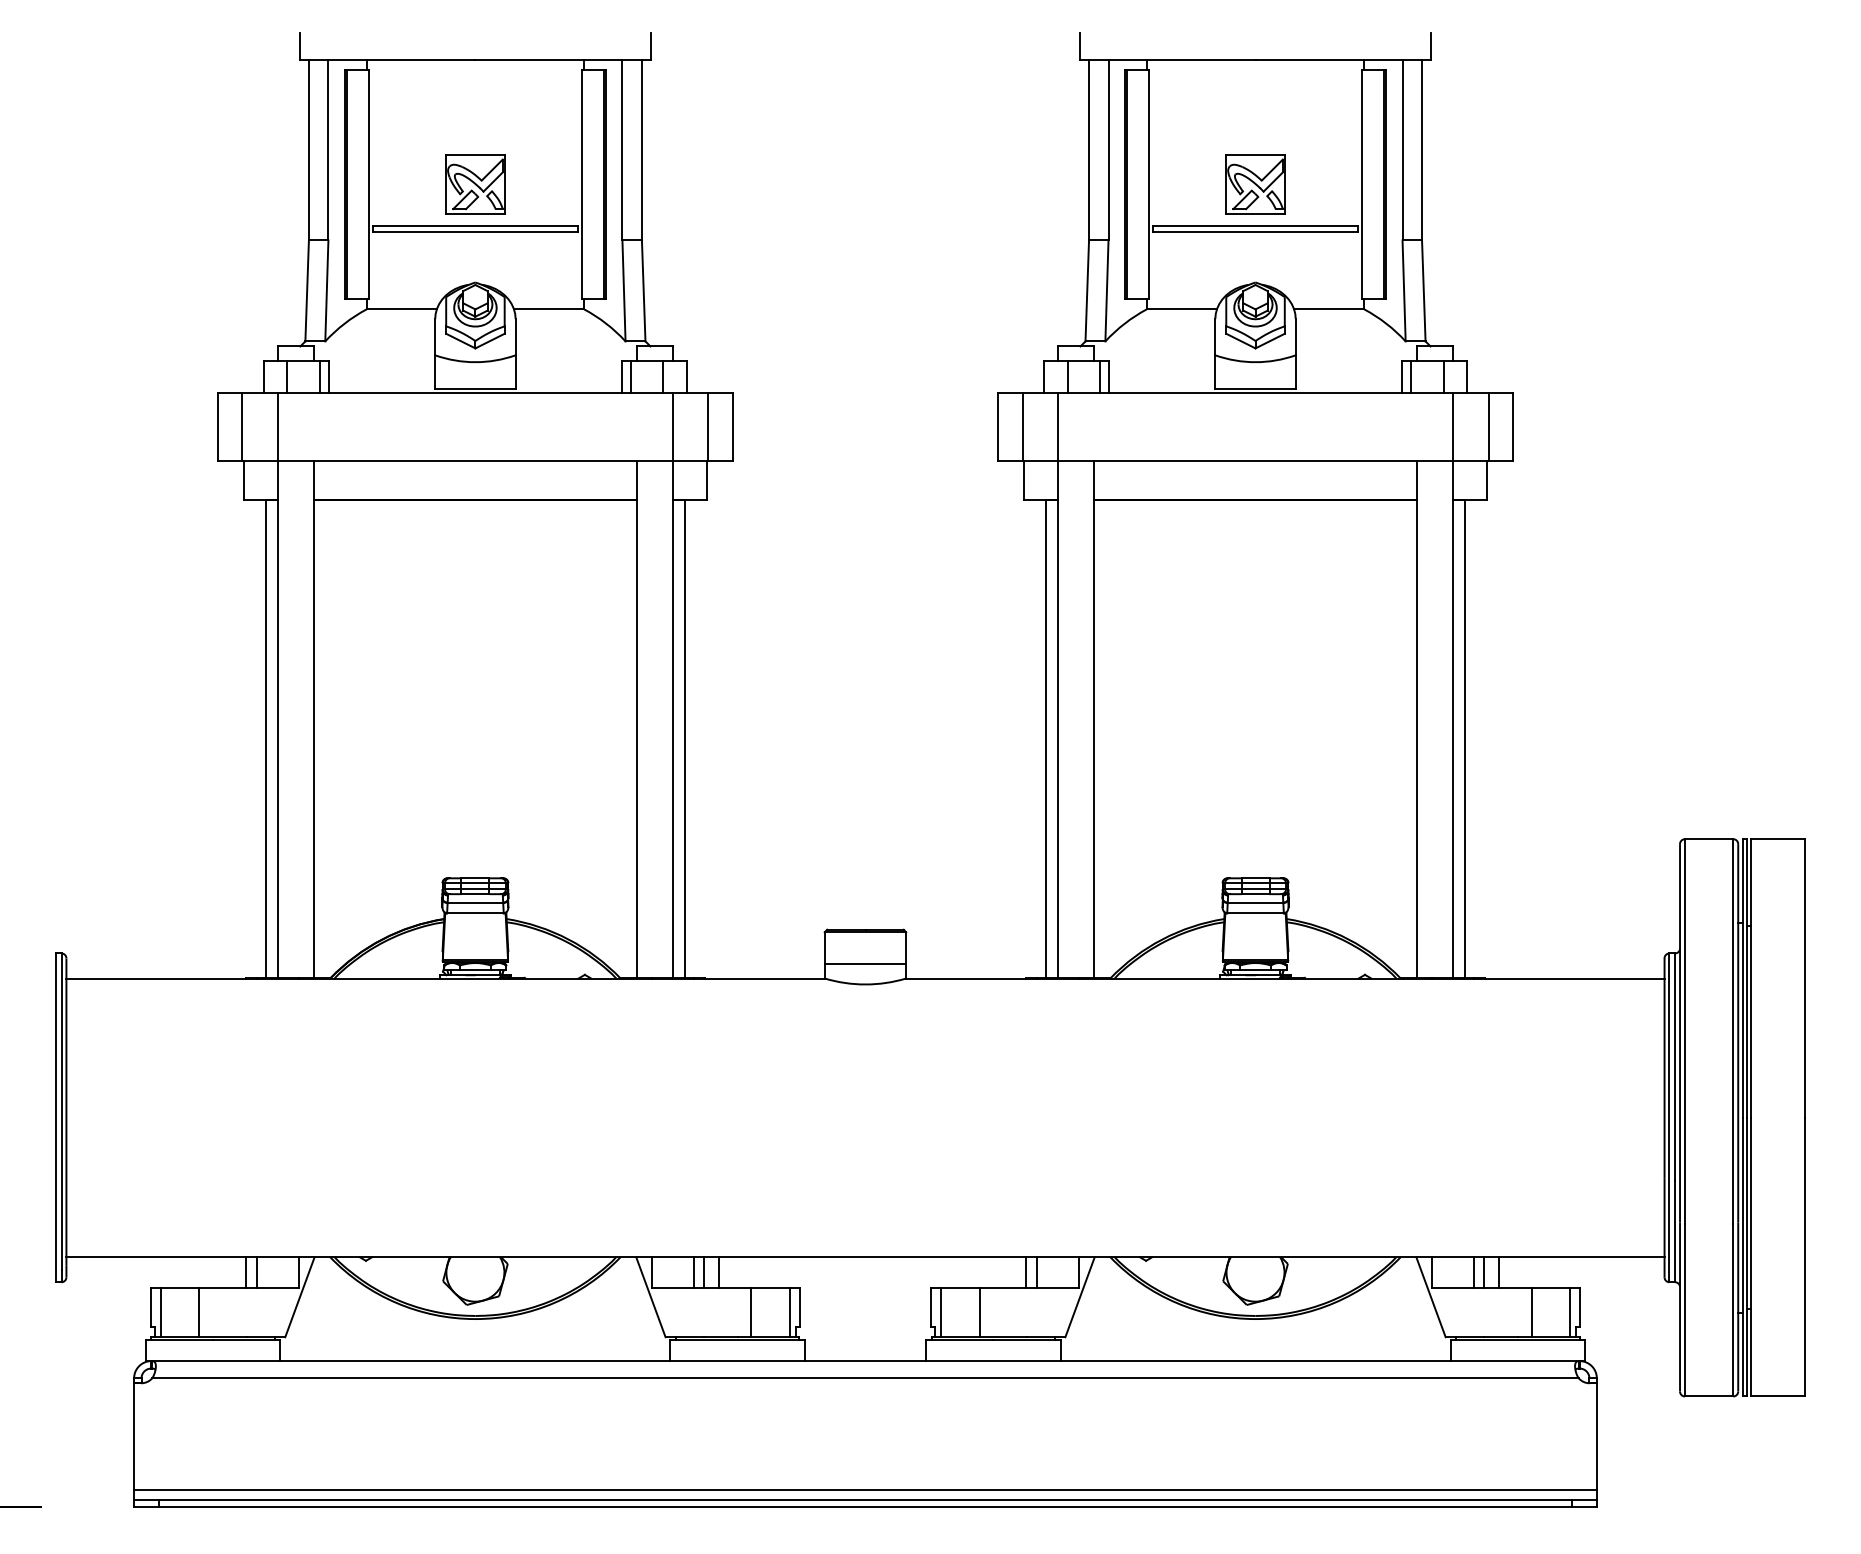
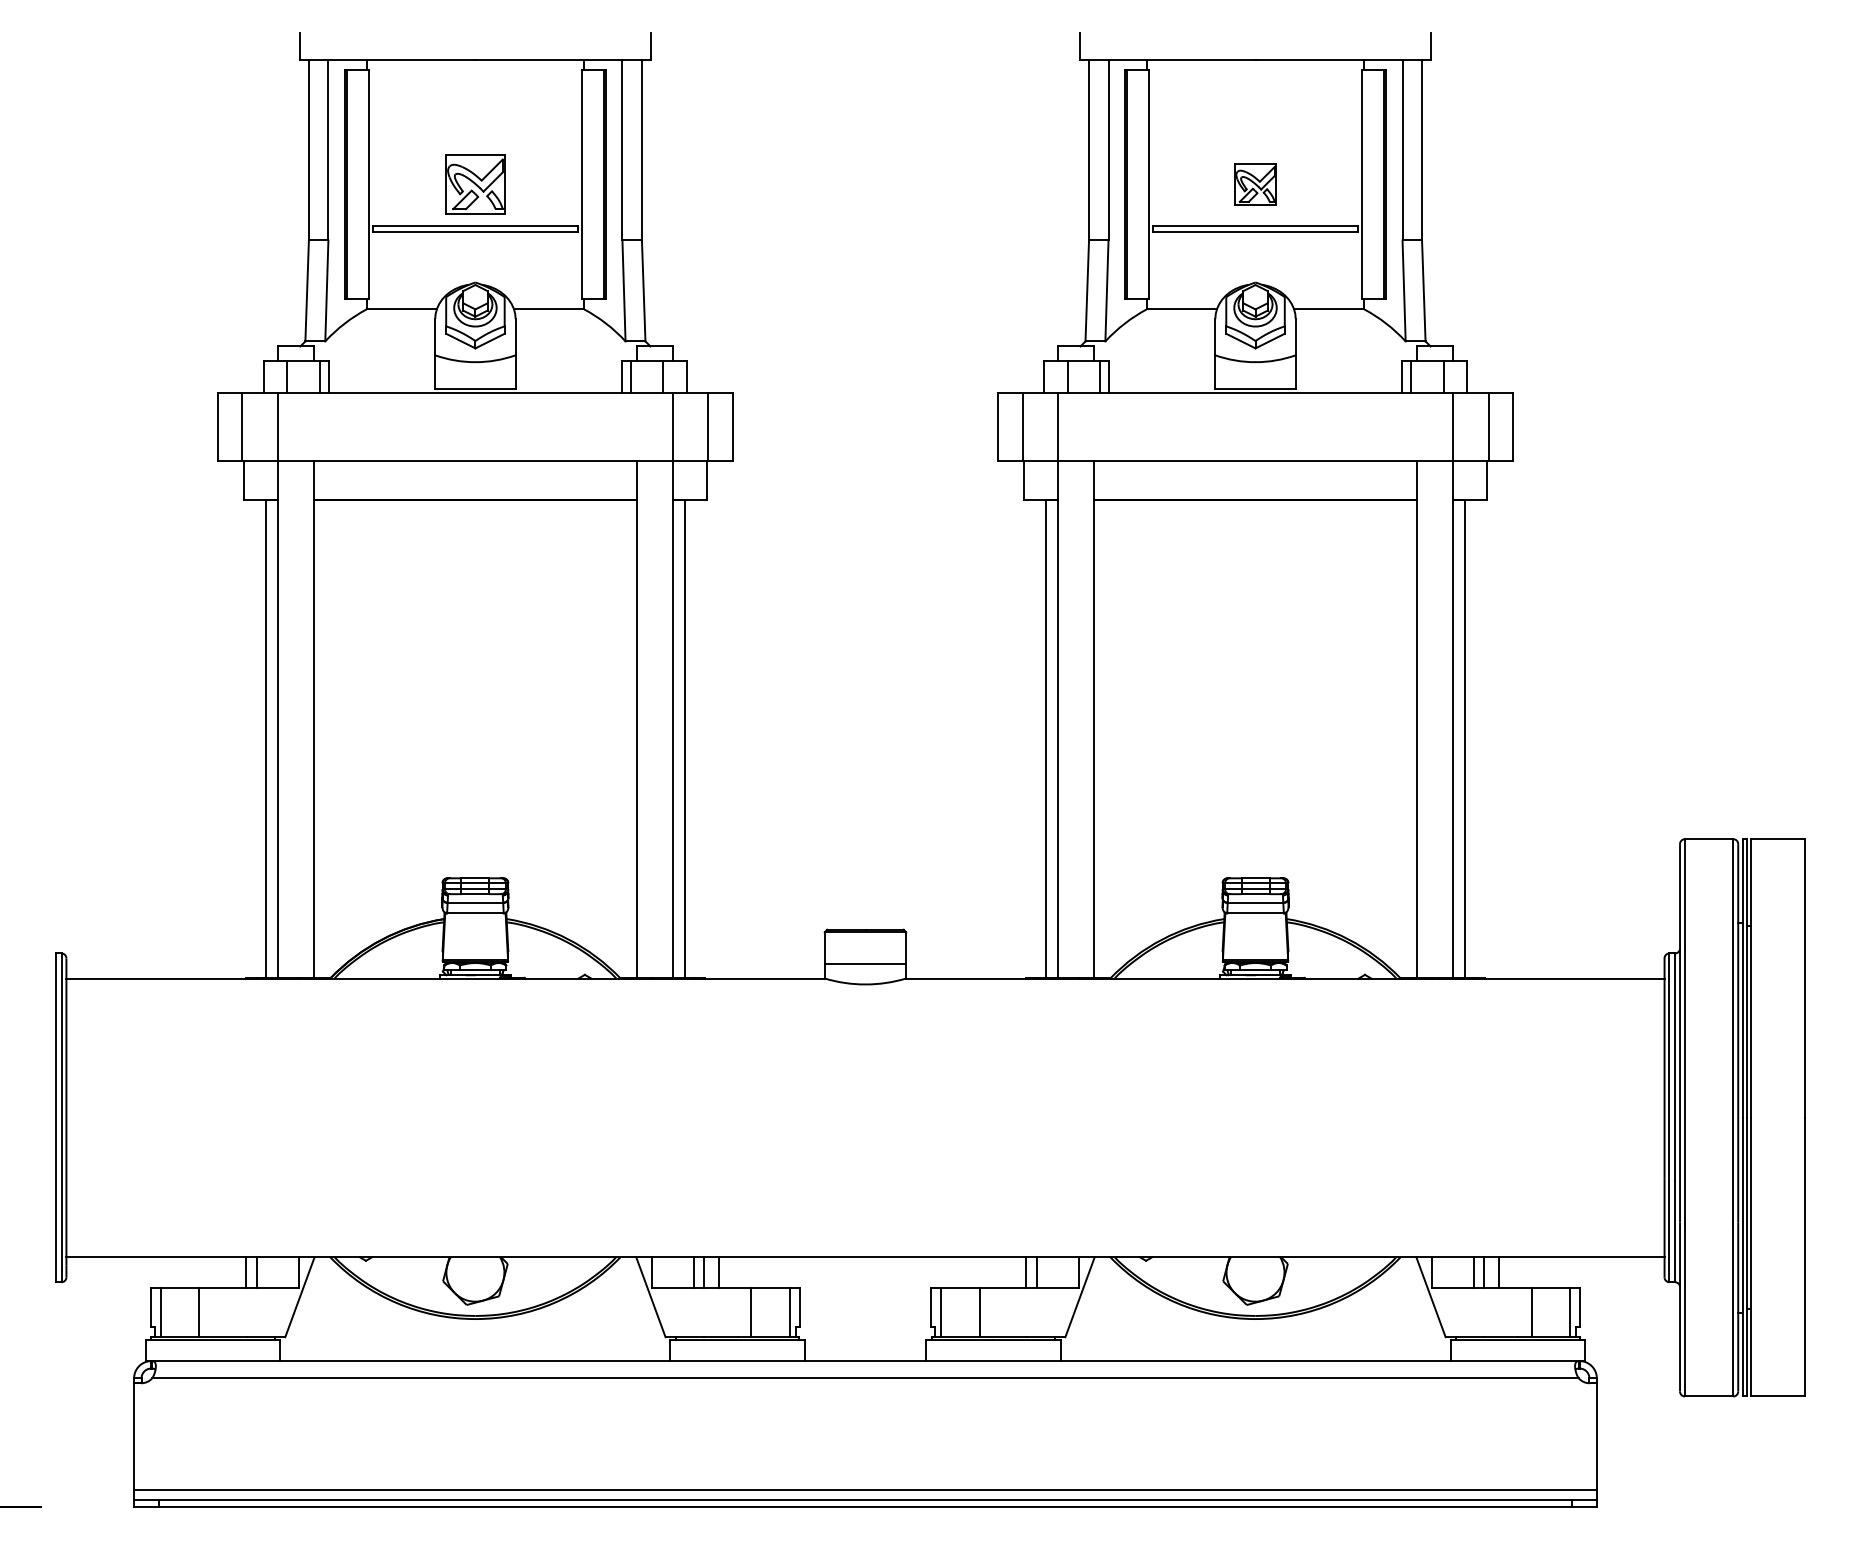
part at (1255, 184) size: 61x61 px -> 43x43 px
